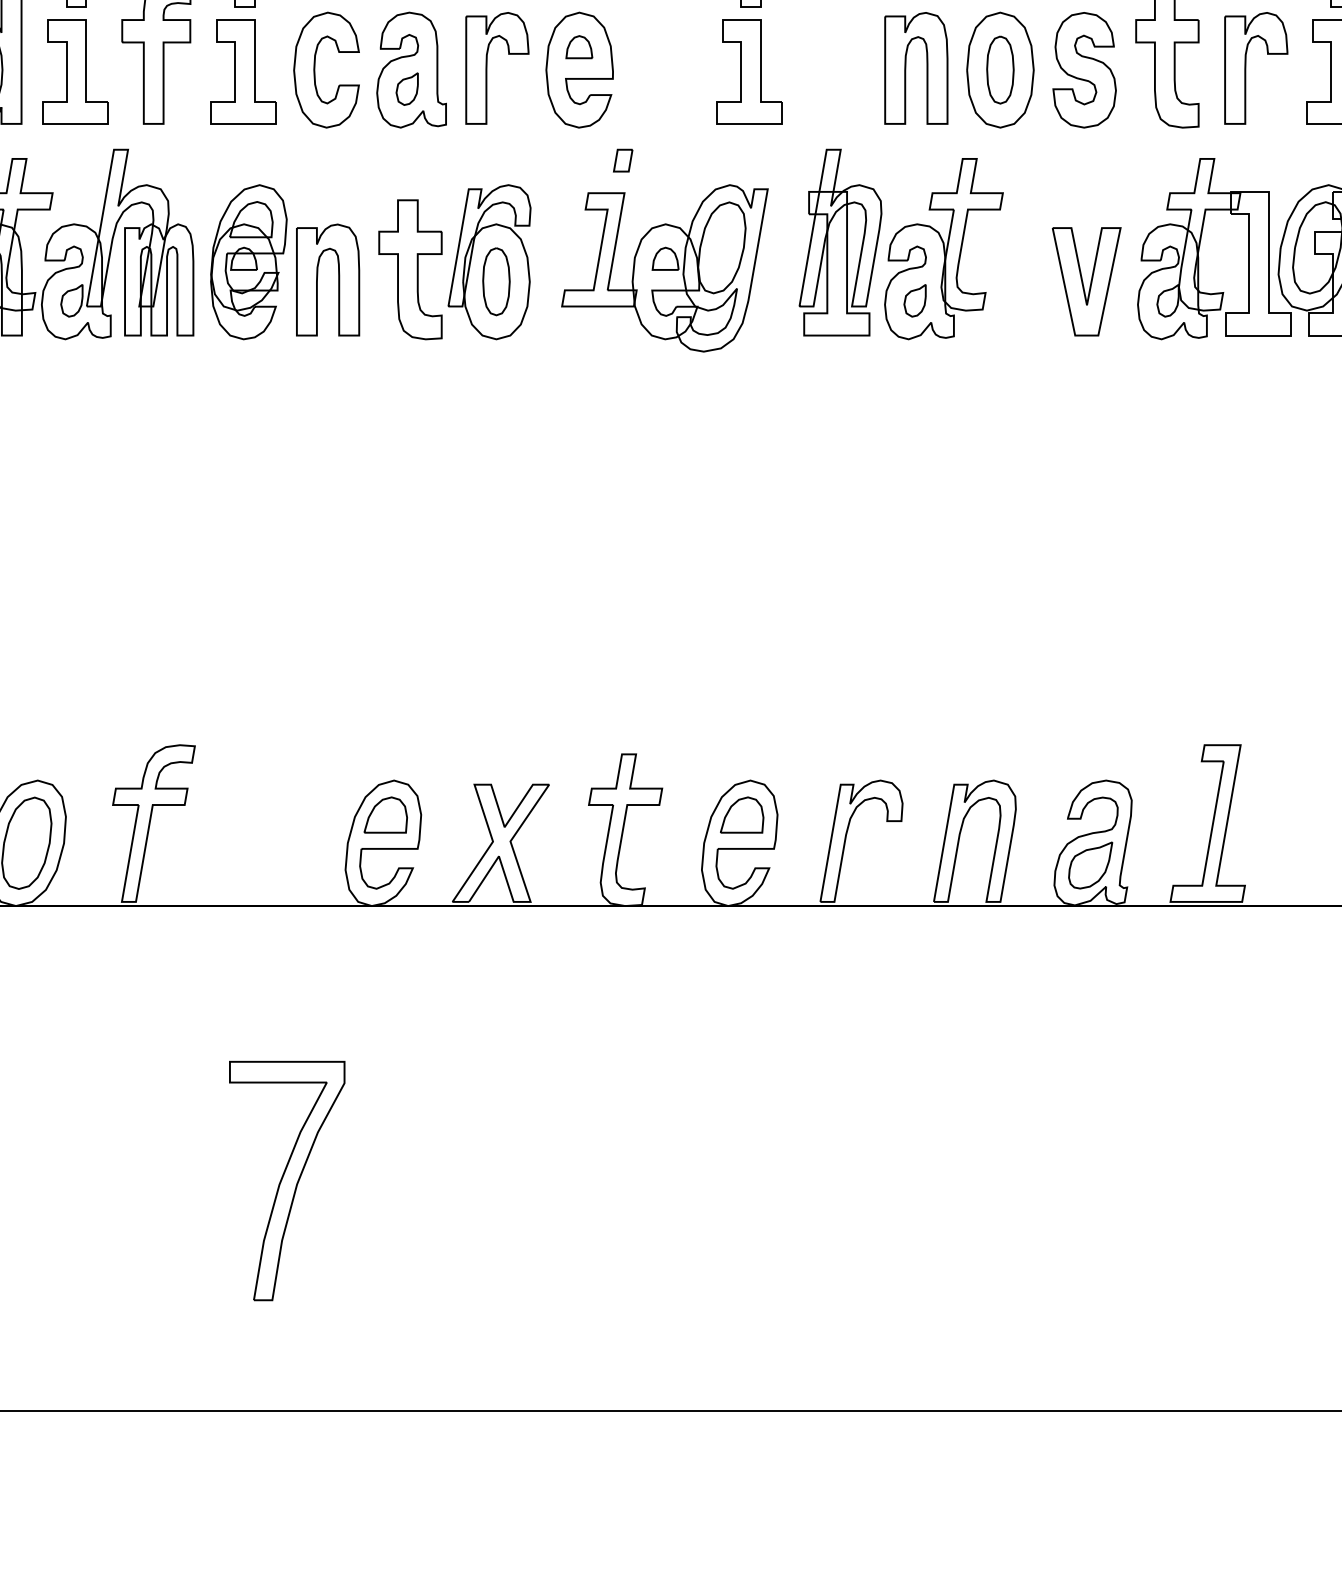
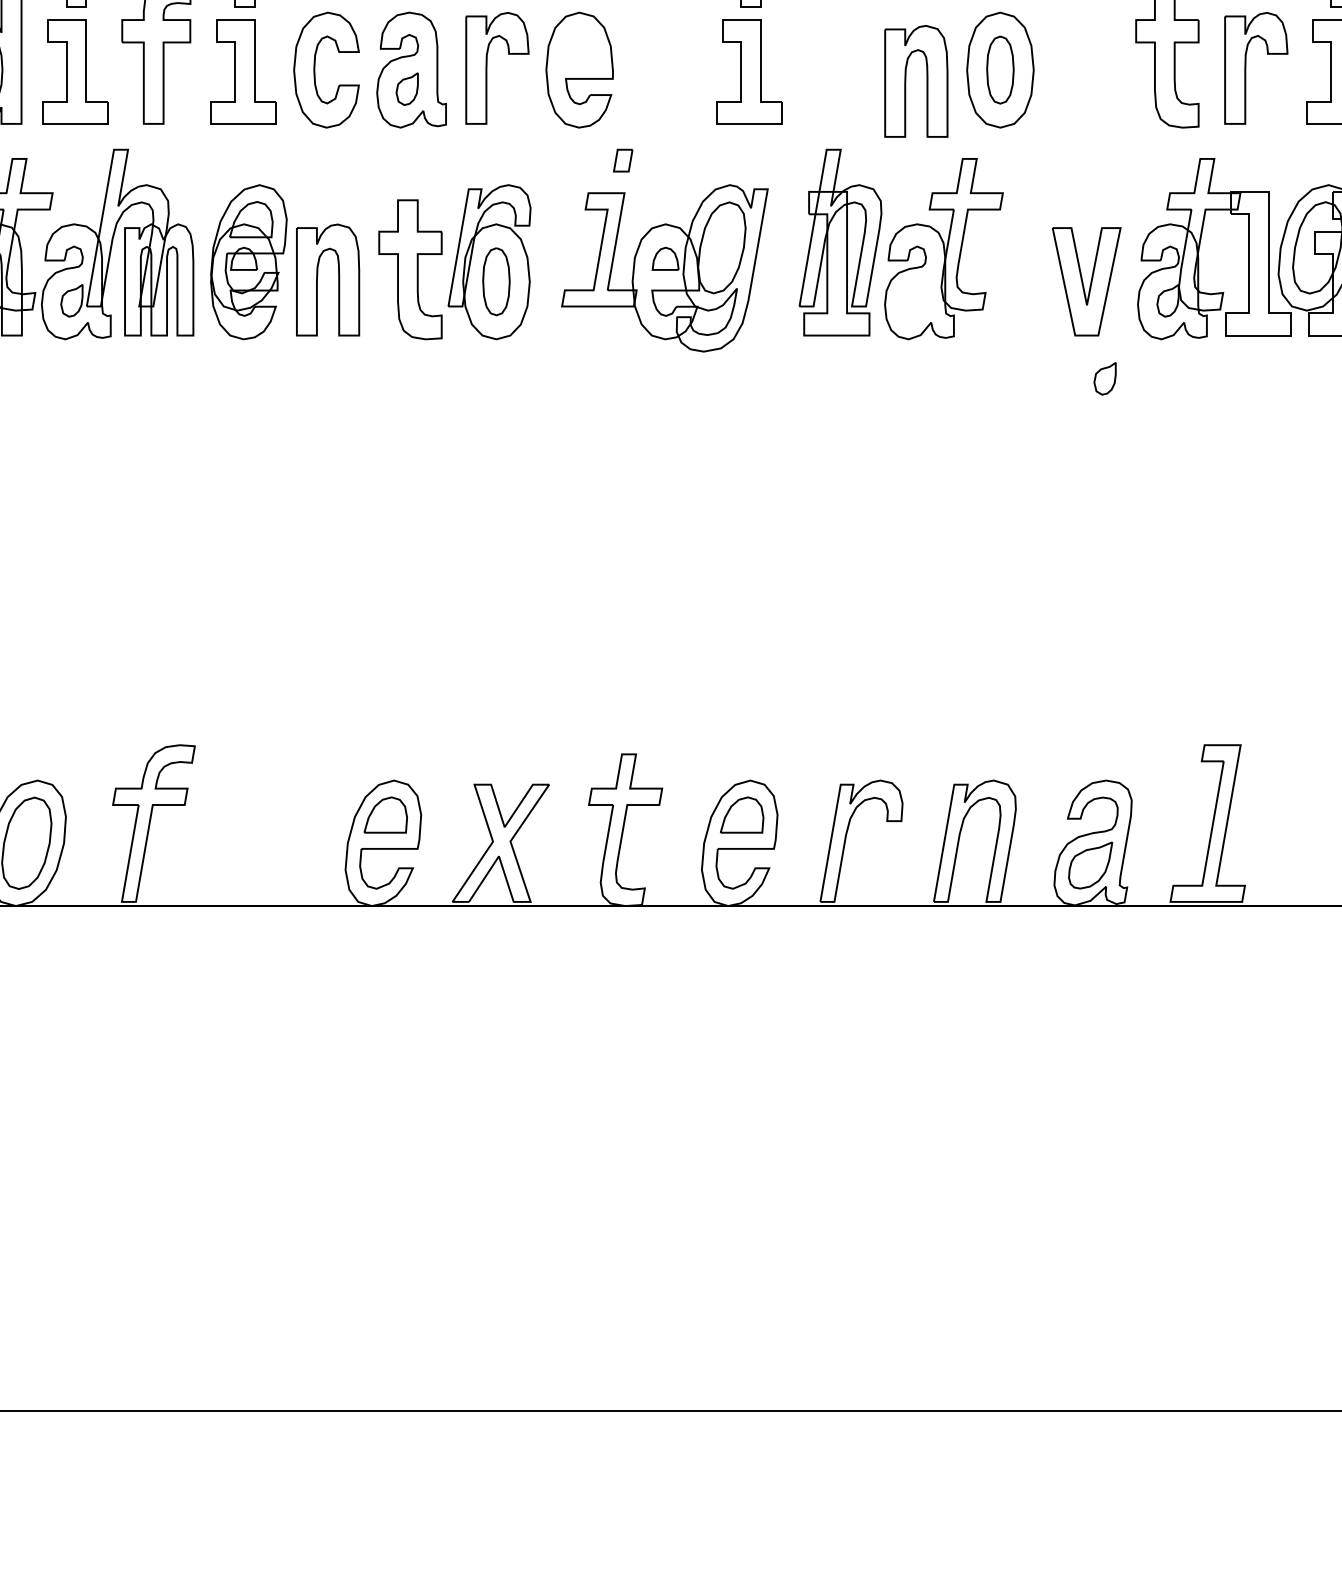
part at (579, 47): present -> none
part at (906, 68) position: (906, 68) -> (906, 81)
part at (1084, 70): present -> none
part at (914, 300) position: (914, 300) -> (1104, 378)
part at (287, 1180): present -> none
